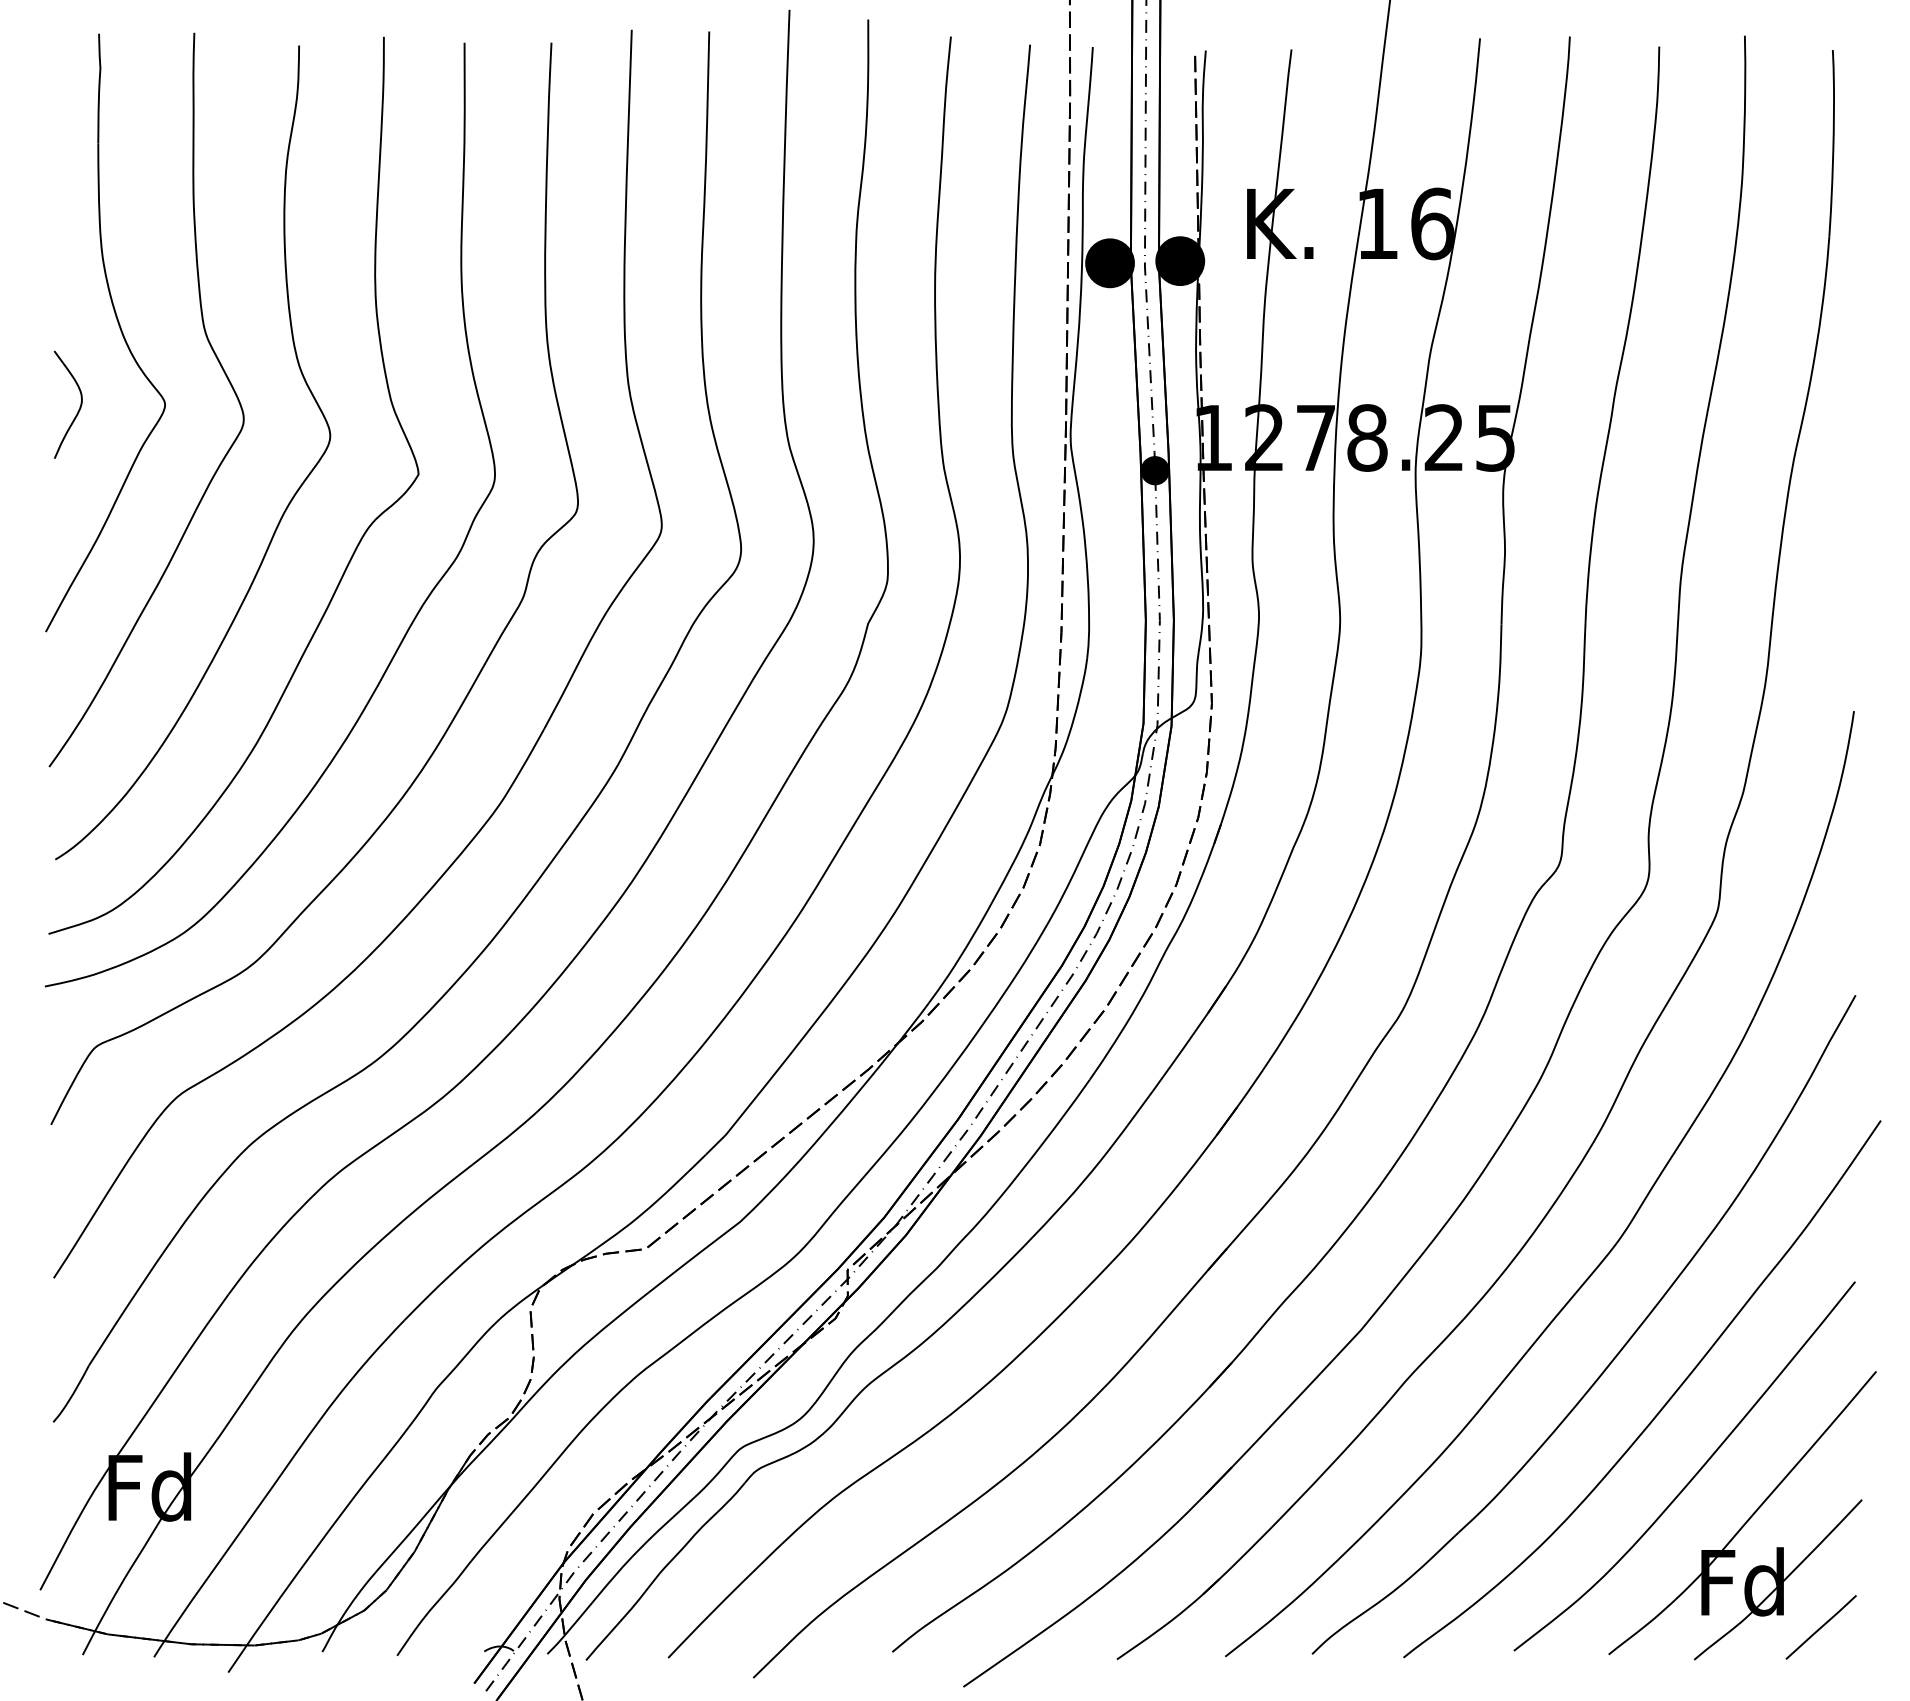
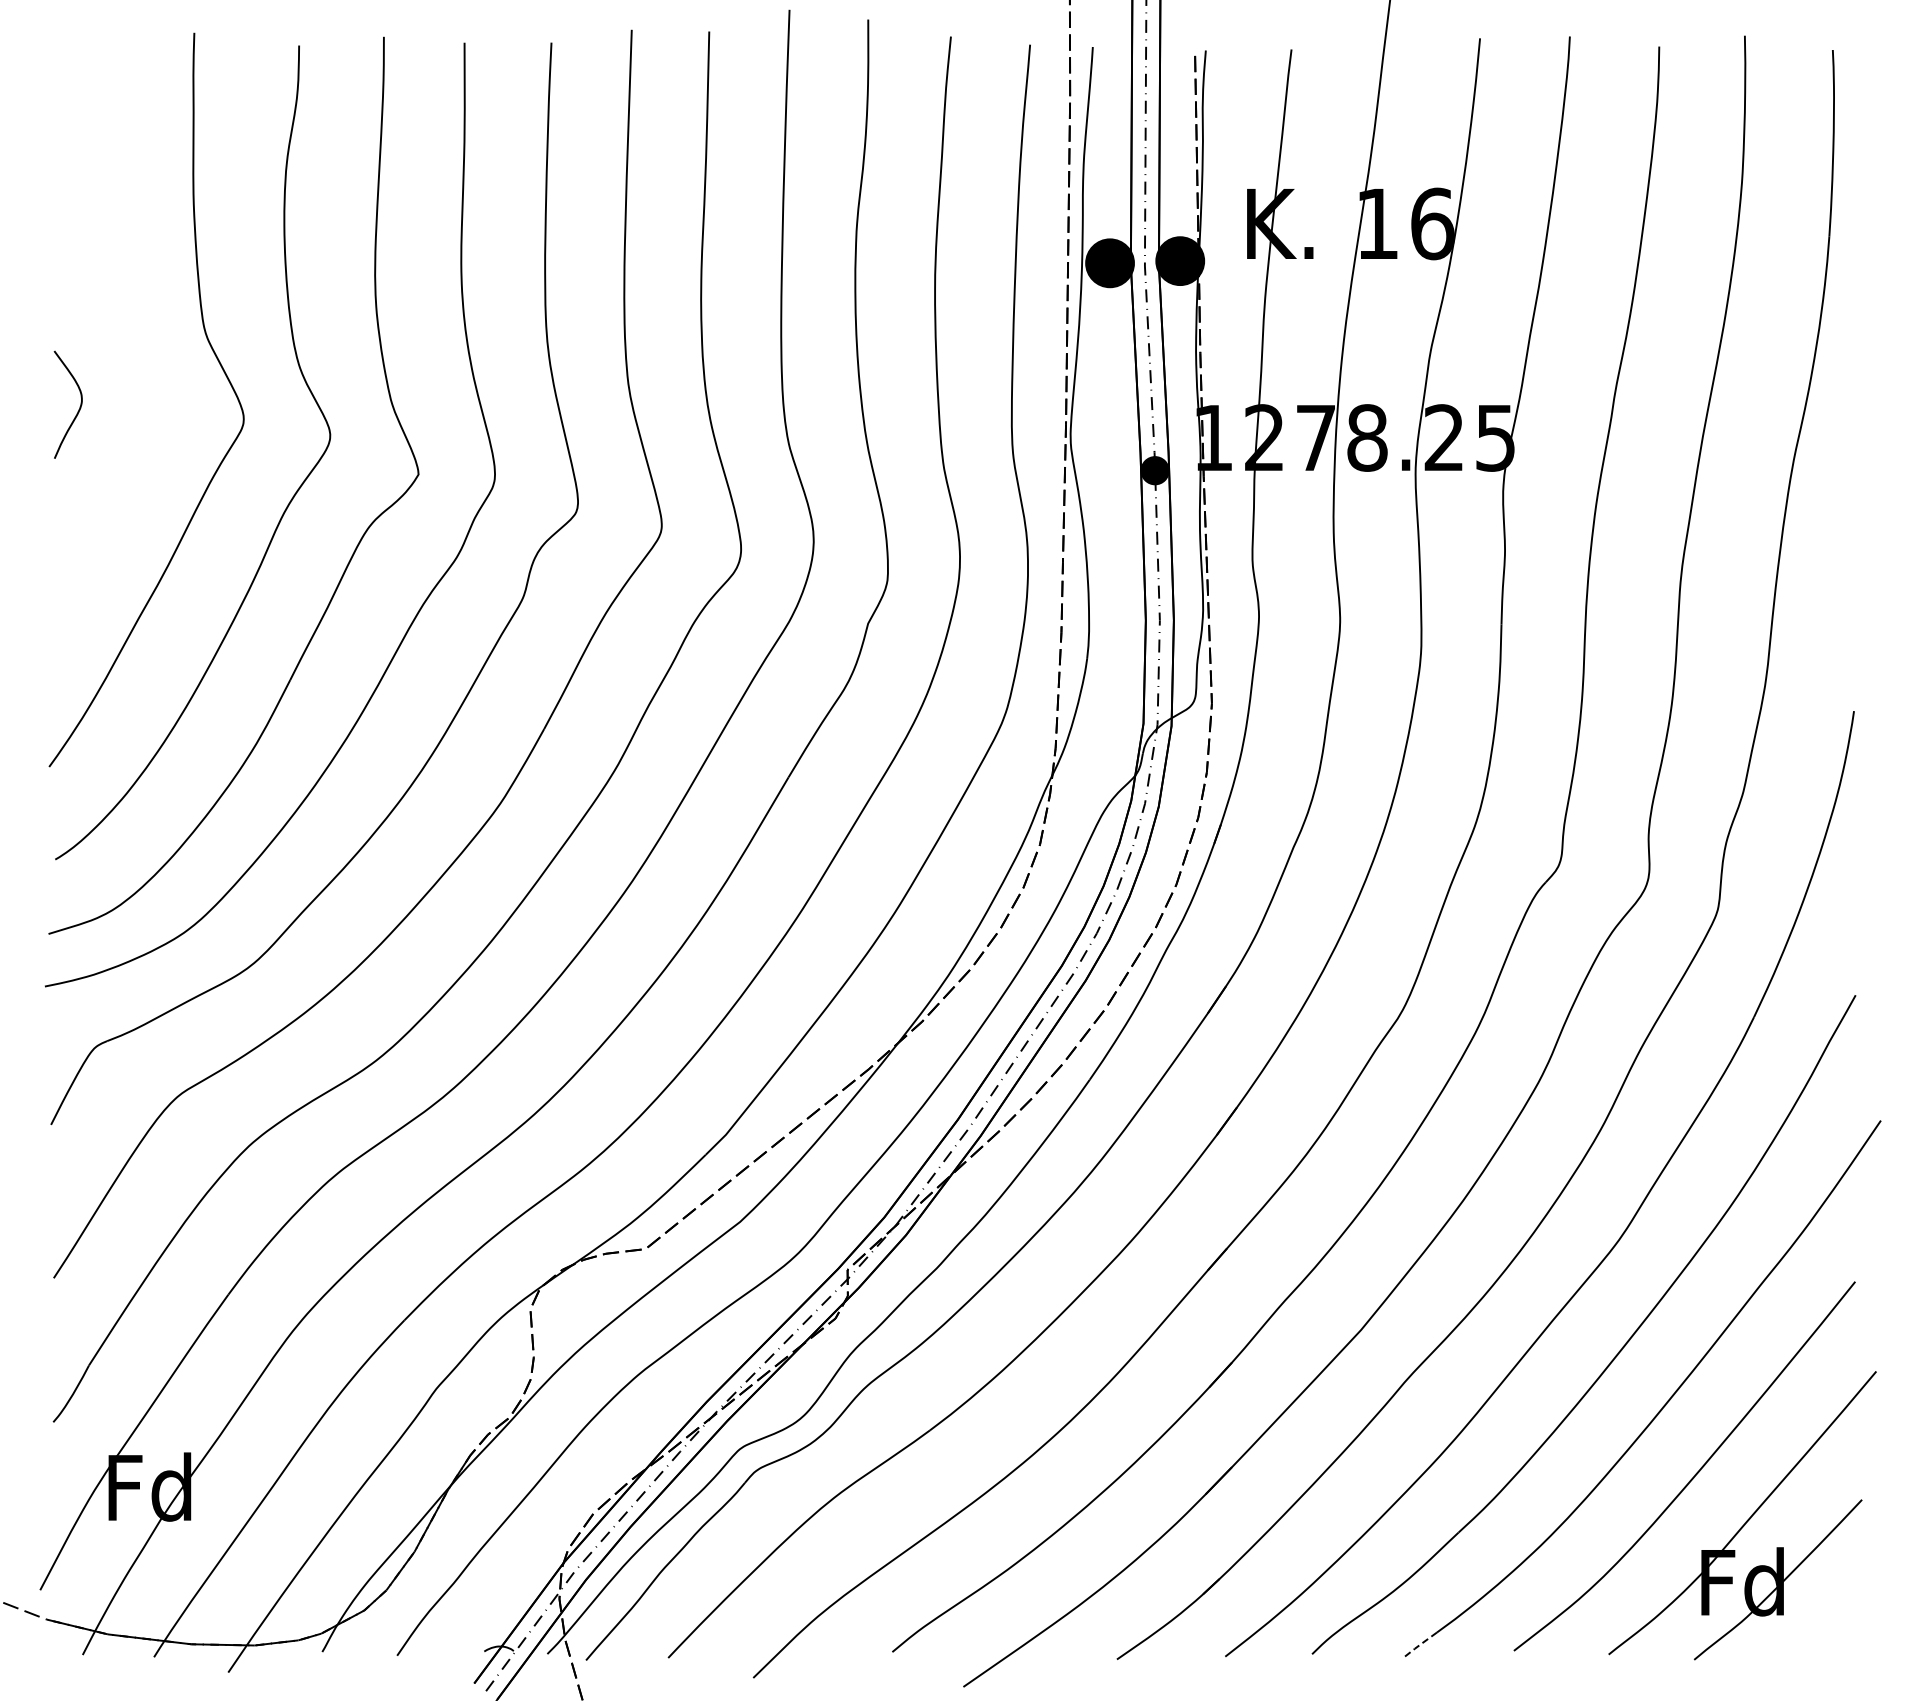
part at (119, 328): present -> none
line at (1820, 1627): present -> none
line at (1419, 1645): solid -> dashed
